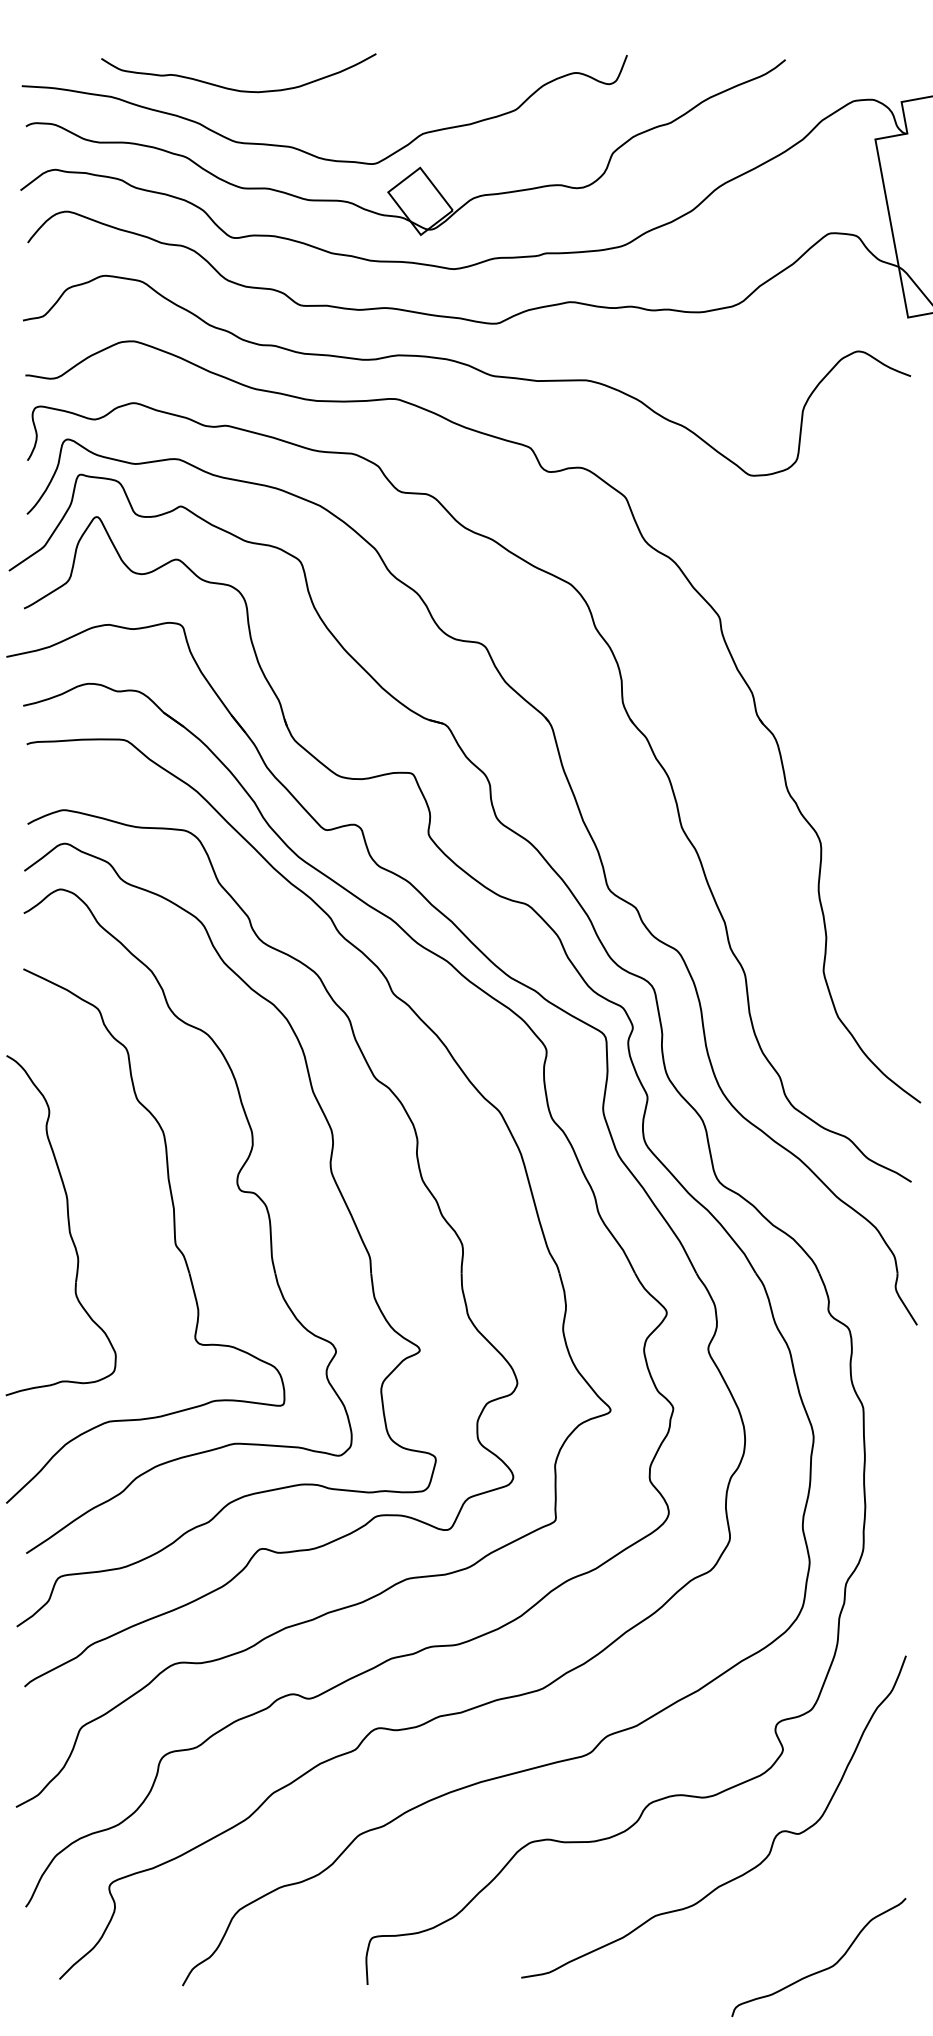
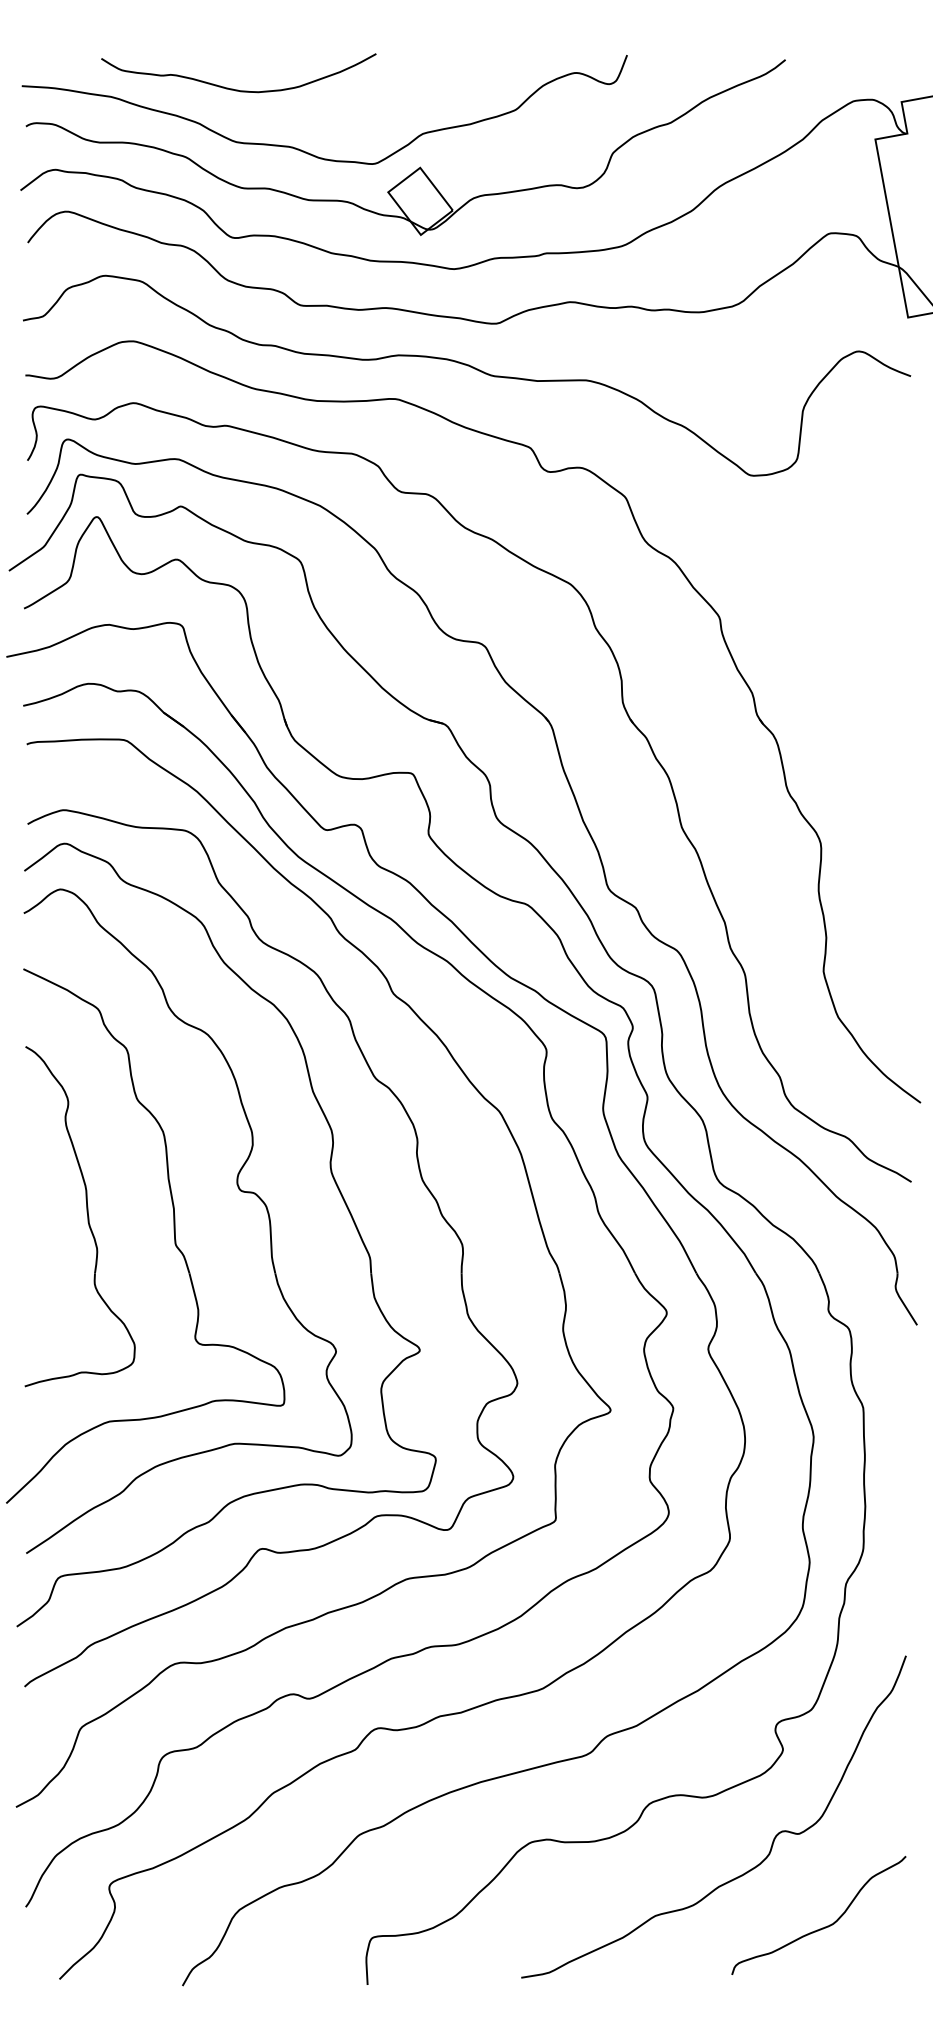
part at (68, 1225) position: (68, 1225) -> (87, 1216)
curve at (824, 1968) position: (824, 1968) -> (824, 1926)
